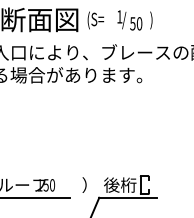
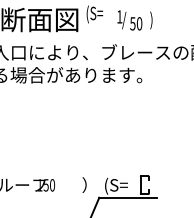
text at (95, 20) position: (95, 20) -> (94, 14)
text at (120, 185): 後桁 -> (S=
line at (36, 197): present -> none
